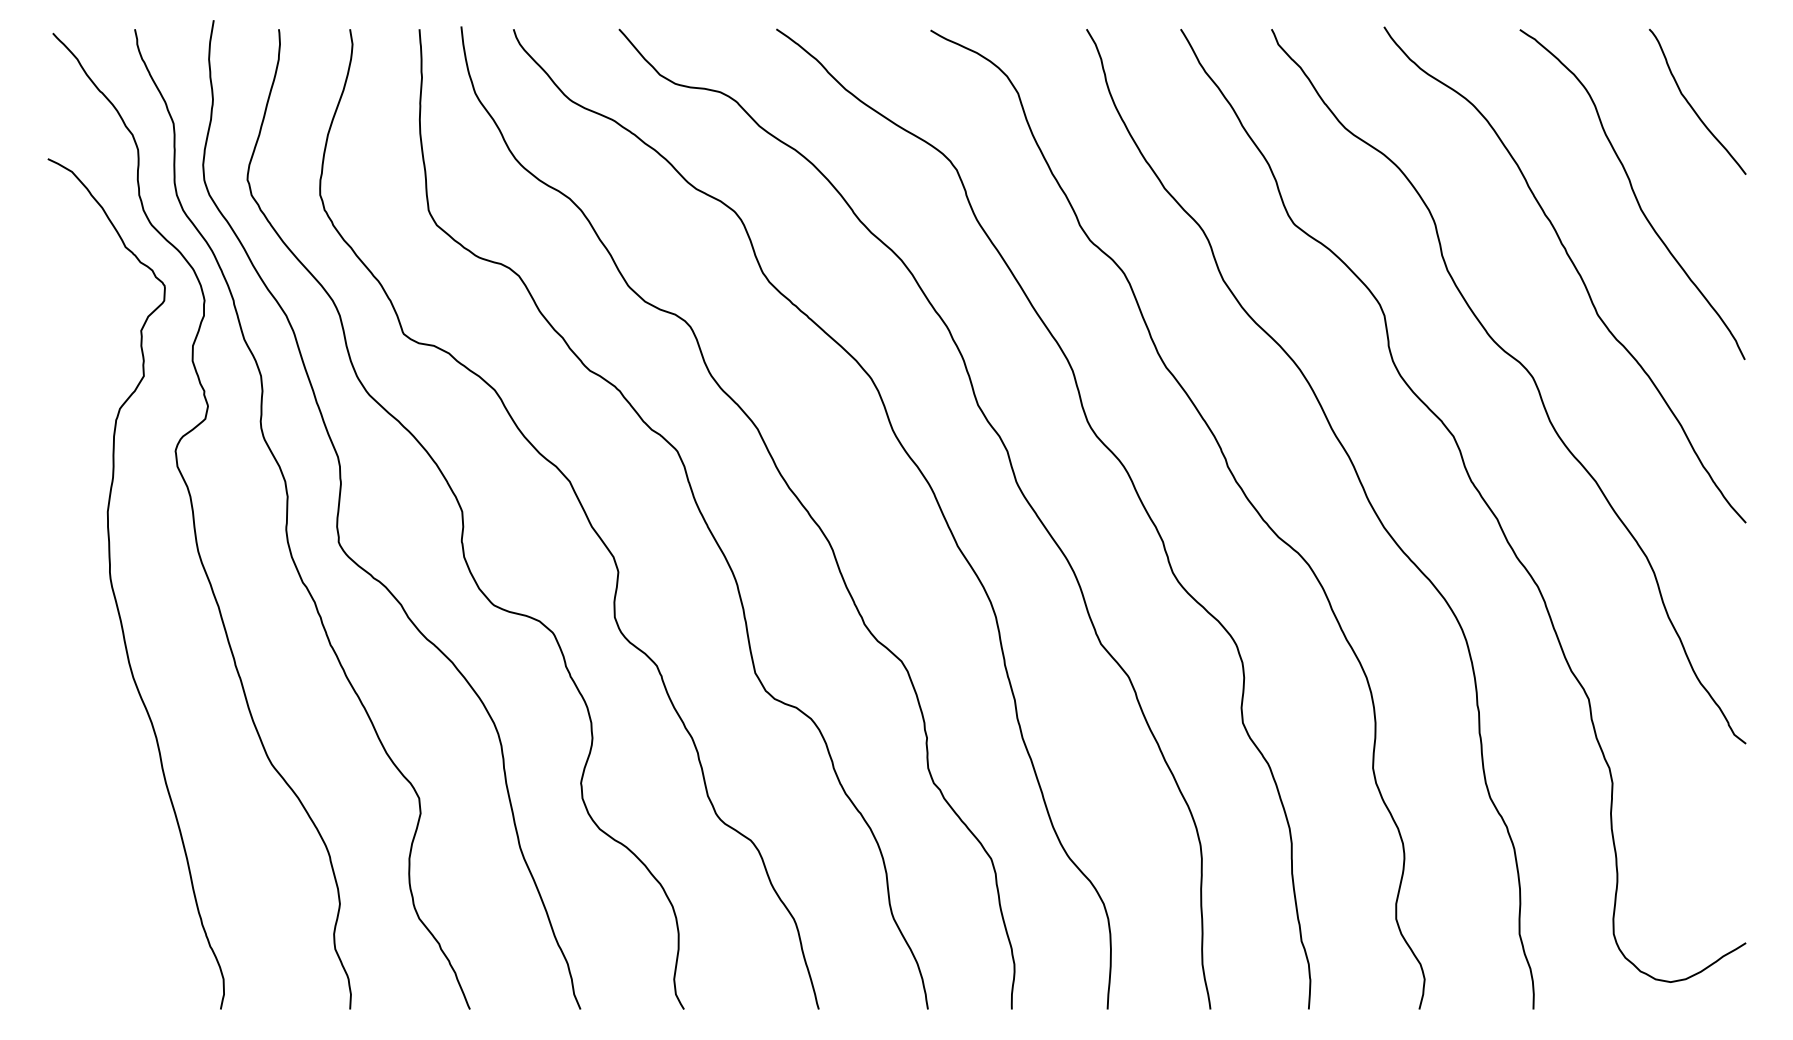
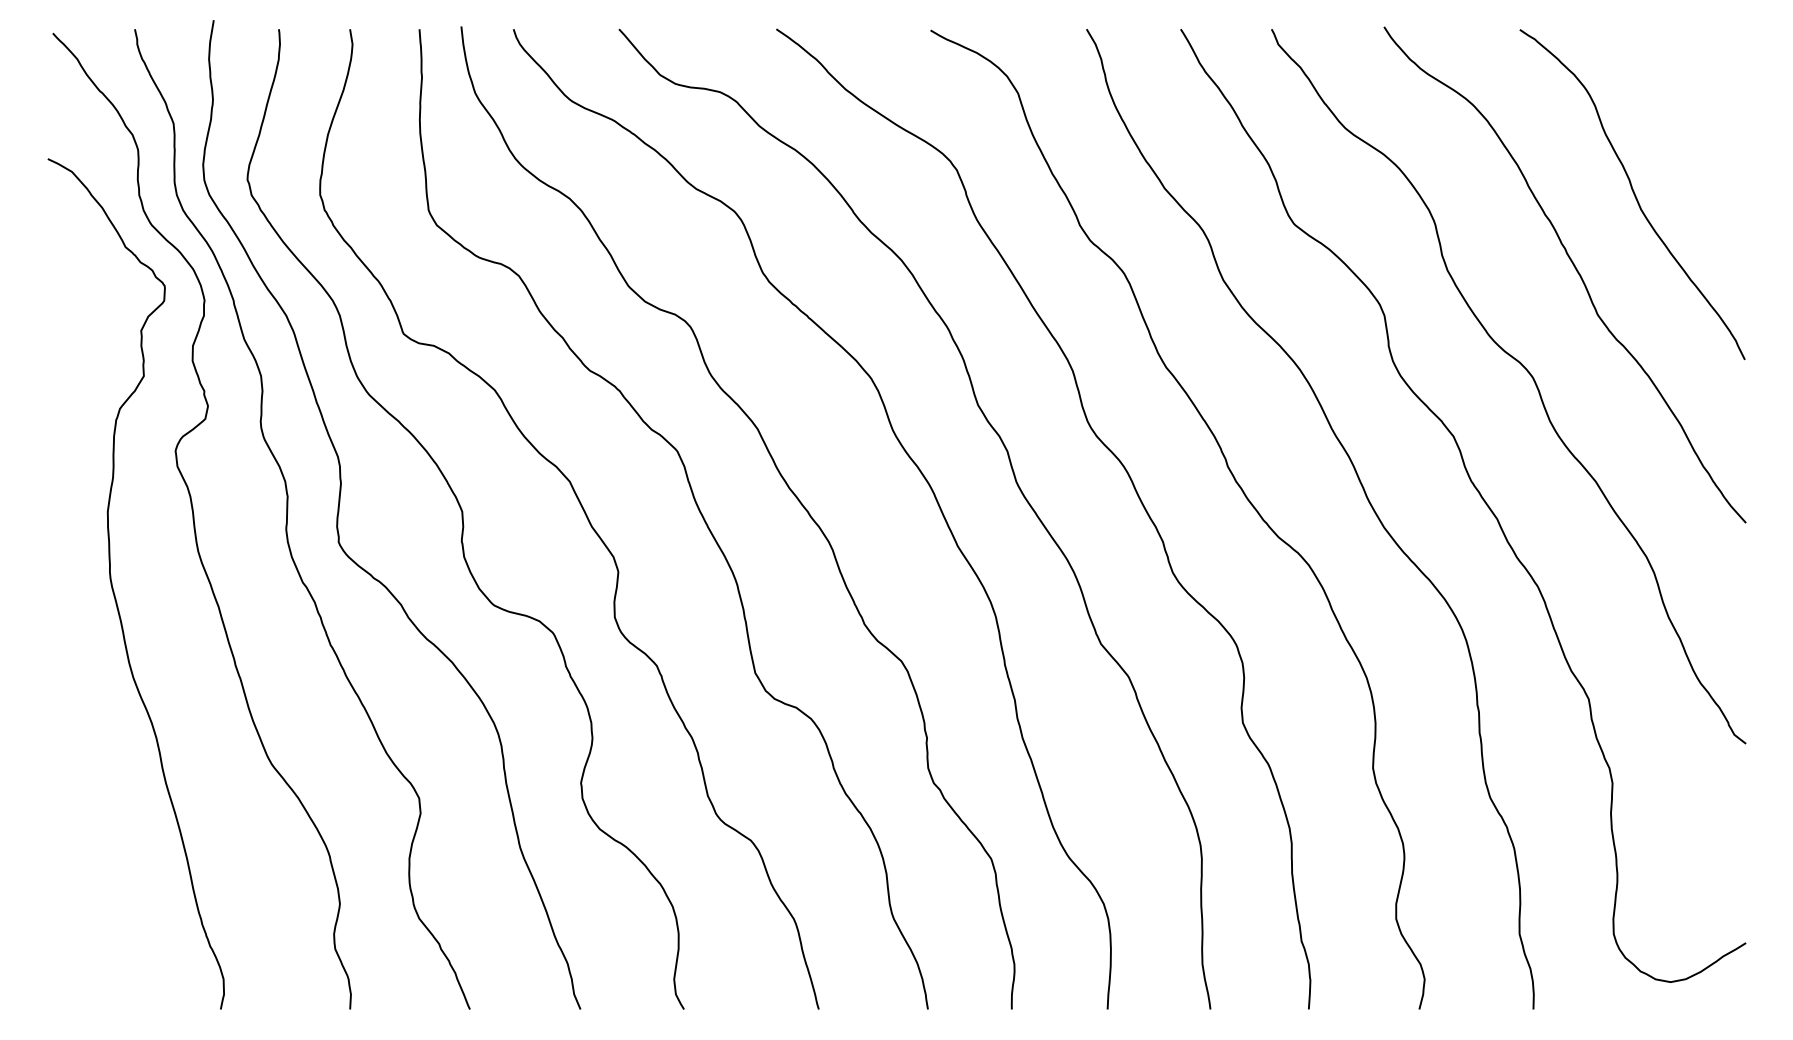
curve at (1692, 106): present -> none
